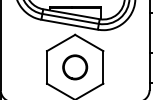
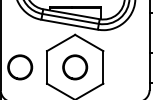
circle at (20, 67): none -> present
